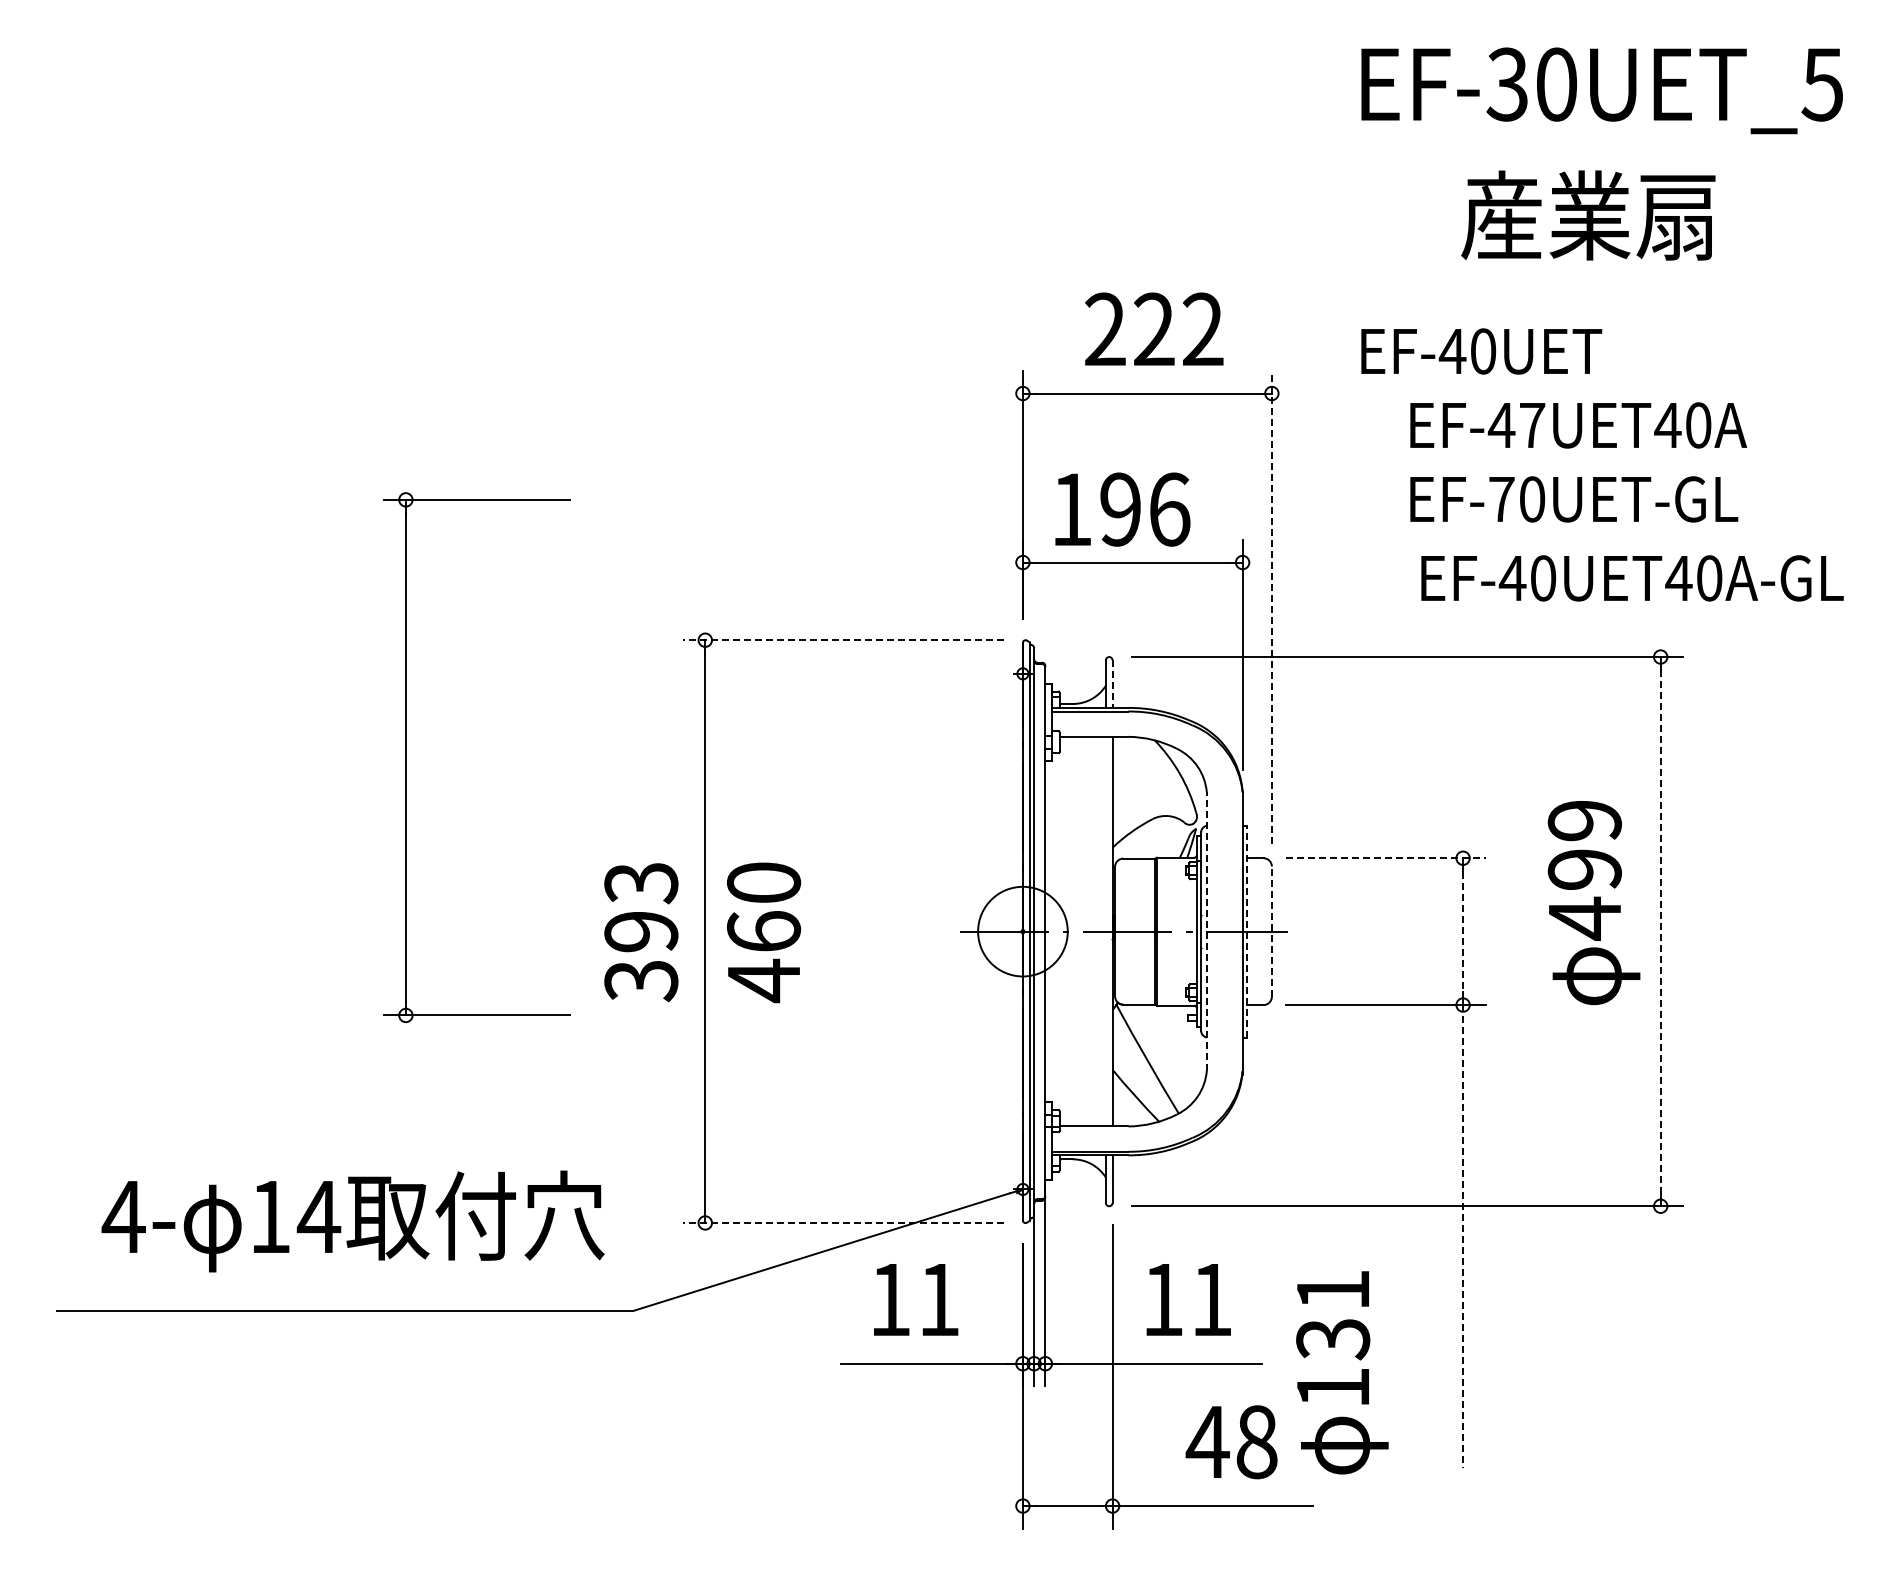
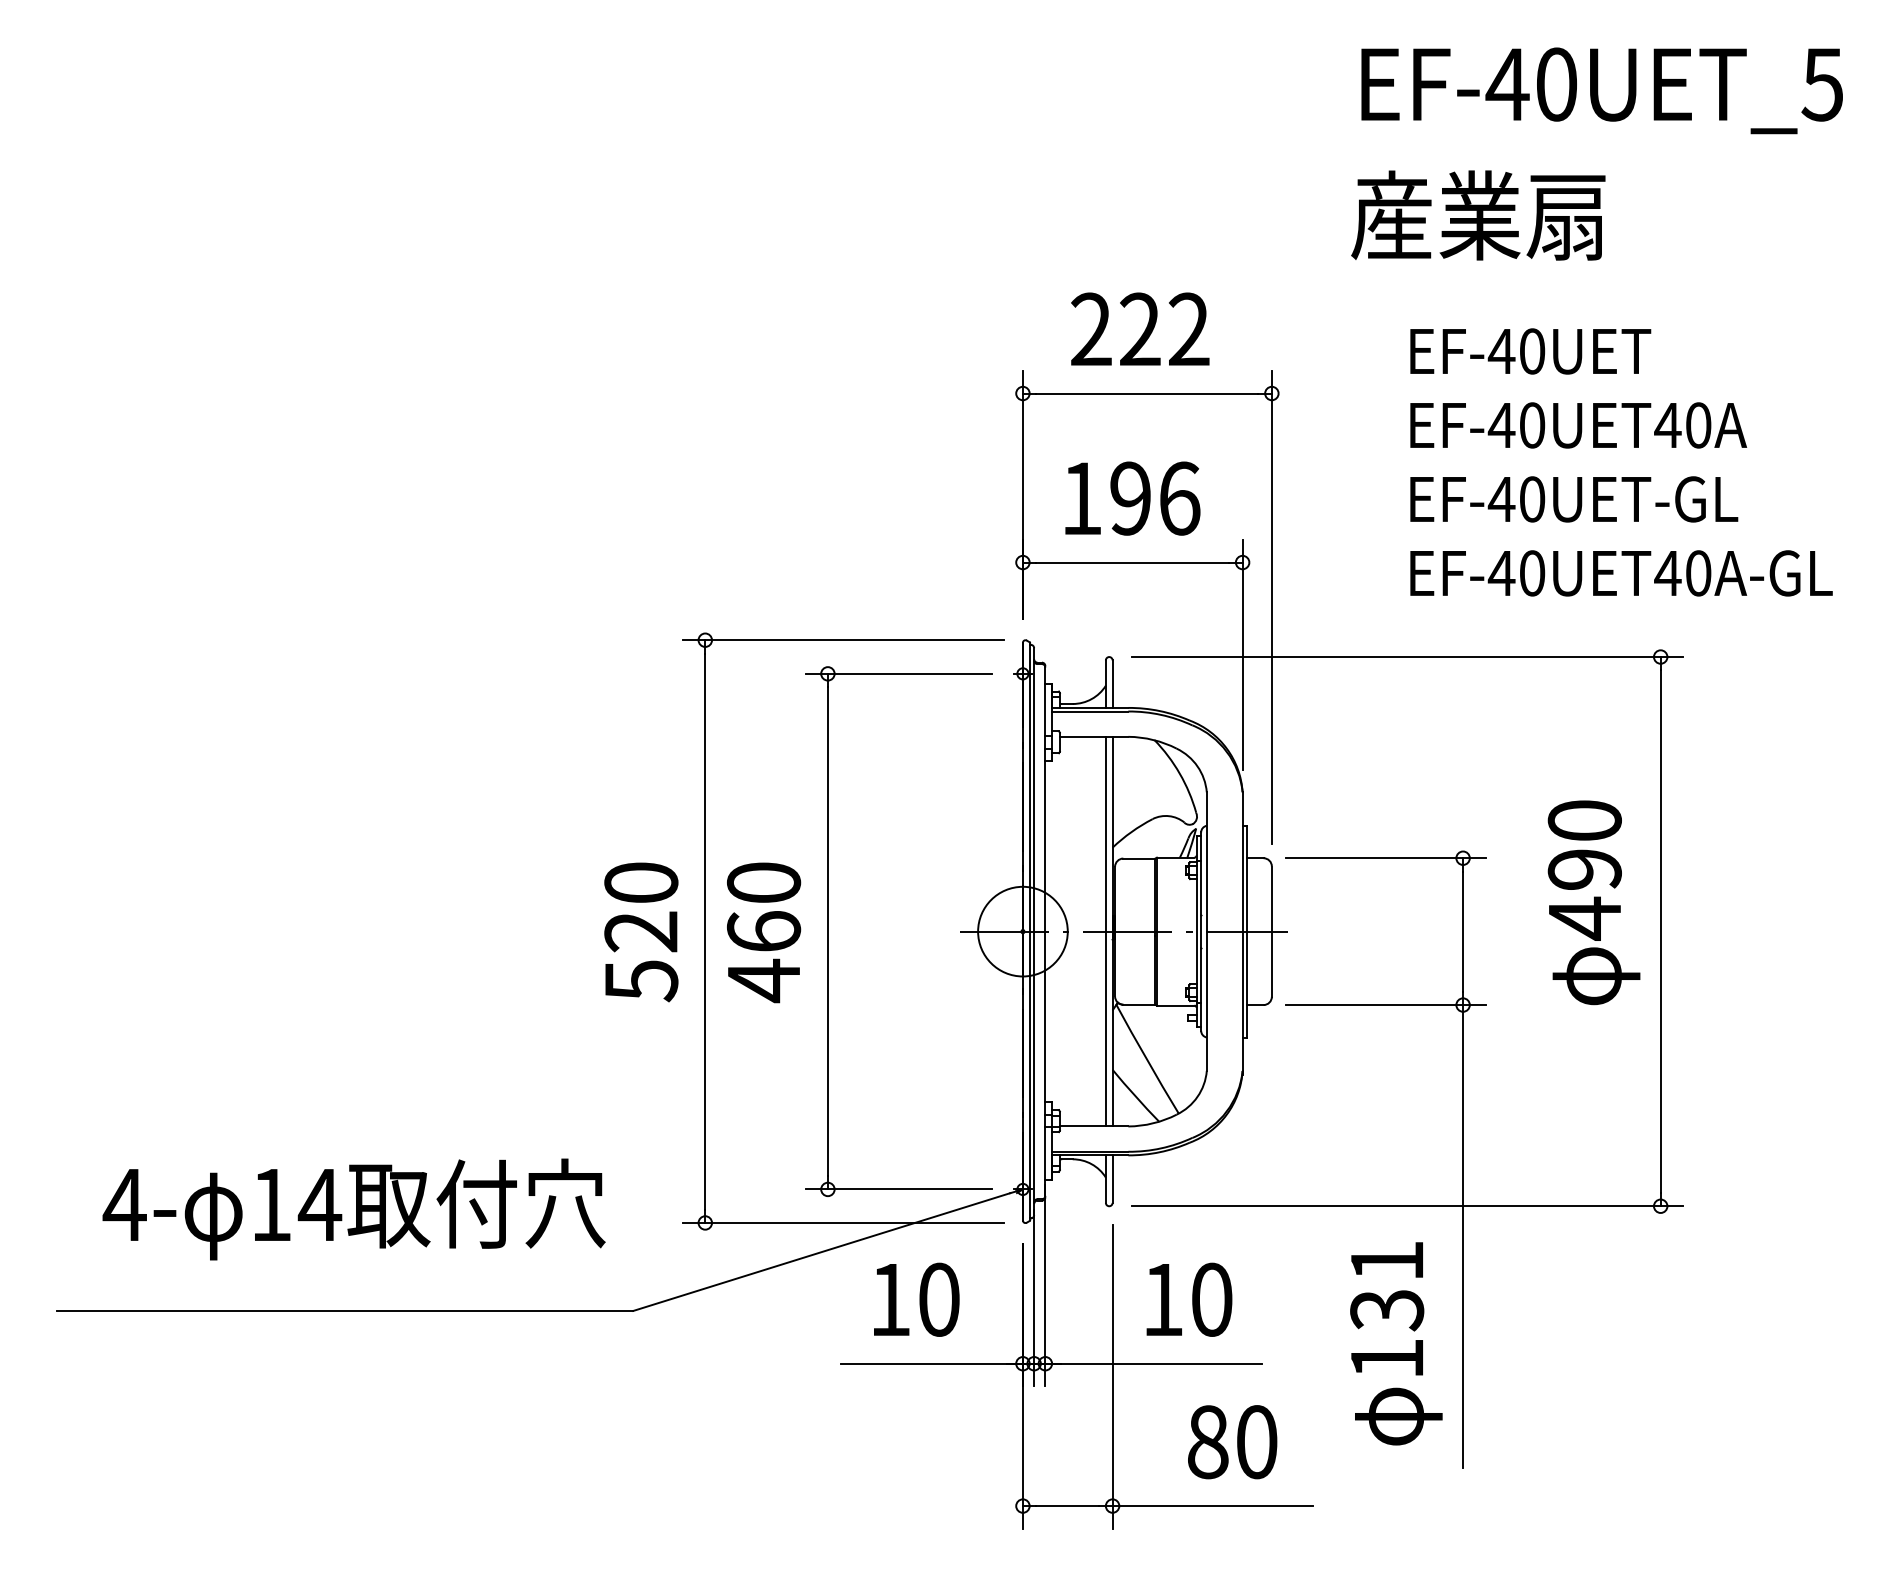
text at (1507, 84): EF-30UET_5 -> EF-40UET_5
text at (1588, 215) position: (1588, 215) -> (1478, 215)
text at (1154, 328) position: (1154, 328) -> (1140, 328)
text at (1481, 351) position: (1481, 351) -> (1530, 351)
text at (1532, 425): EF-47UET40A -> EF-40UET40A
text at (1501, 499): EF-70UET-GL -> EF-40UET-GL
text at (1122, 509) position: (1122, 509) -> (1132, 498)
text at (1632, 578) position: (1632, 578) -> (1621, 573)
line at (1271, 607): dashed -> solid
line at (842, 640): dashed -> solid
line at (1112, 684): dashed -> solid
part at (406, 757) position: (406, 757) -> (828, 931)
text at (1584, 820): 499 -> 490
line at (1385, 858): dashed -> solid
line at (1105, 931): none -> present
line at (1206, 931): dashed -> solid
line at (1247, 931): dashed -> solid
line at (1271, 931): dashed -> solid
line at (1463, 931): dashed -> solid
text at (641, 932): 393 -> 520
line at (1660, 932): dashed -> solid
text at (352, 1221) position: (352, 1221) -> (353, 1209)
line at (843, 1222): dashed -> solid
line at (1463, 1236): dashed -> solid
text at (939, 1299): 11 -> 10
text at (1212, 1299): 11 -> 10
text at (1342, 1372) position: (1342, 1372) -> (1396, 1343)
text at (1231, 1442): 48 -> 80
